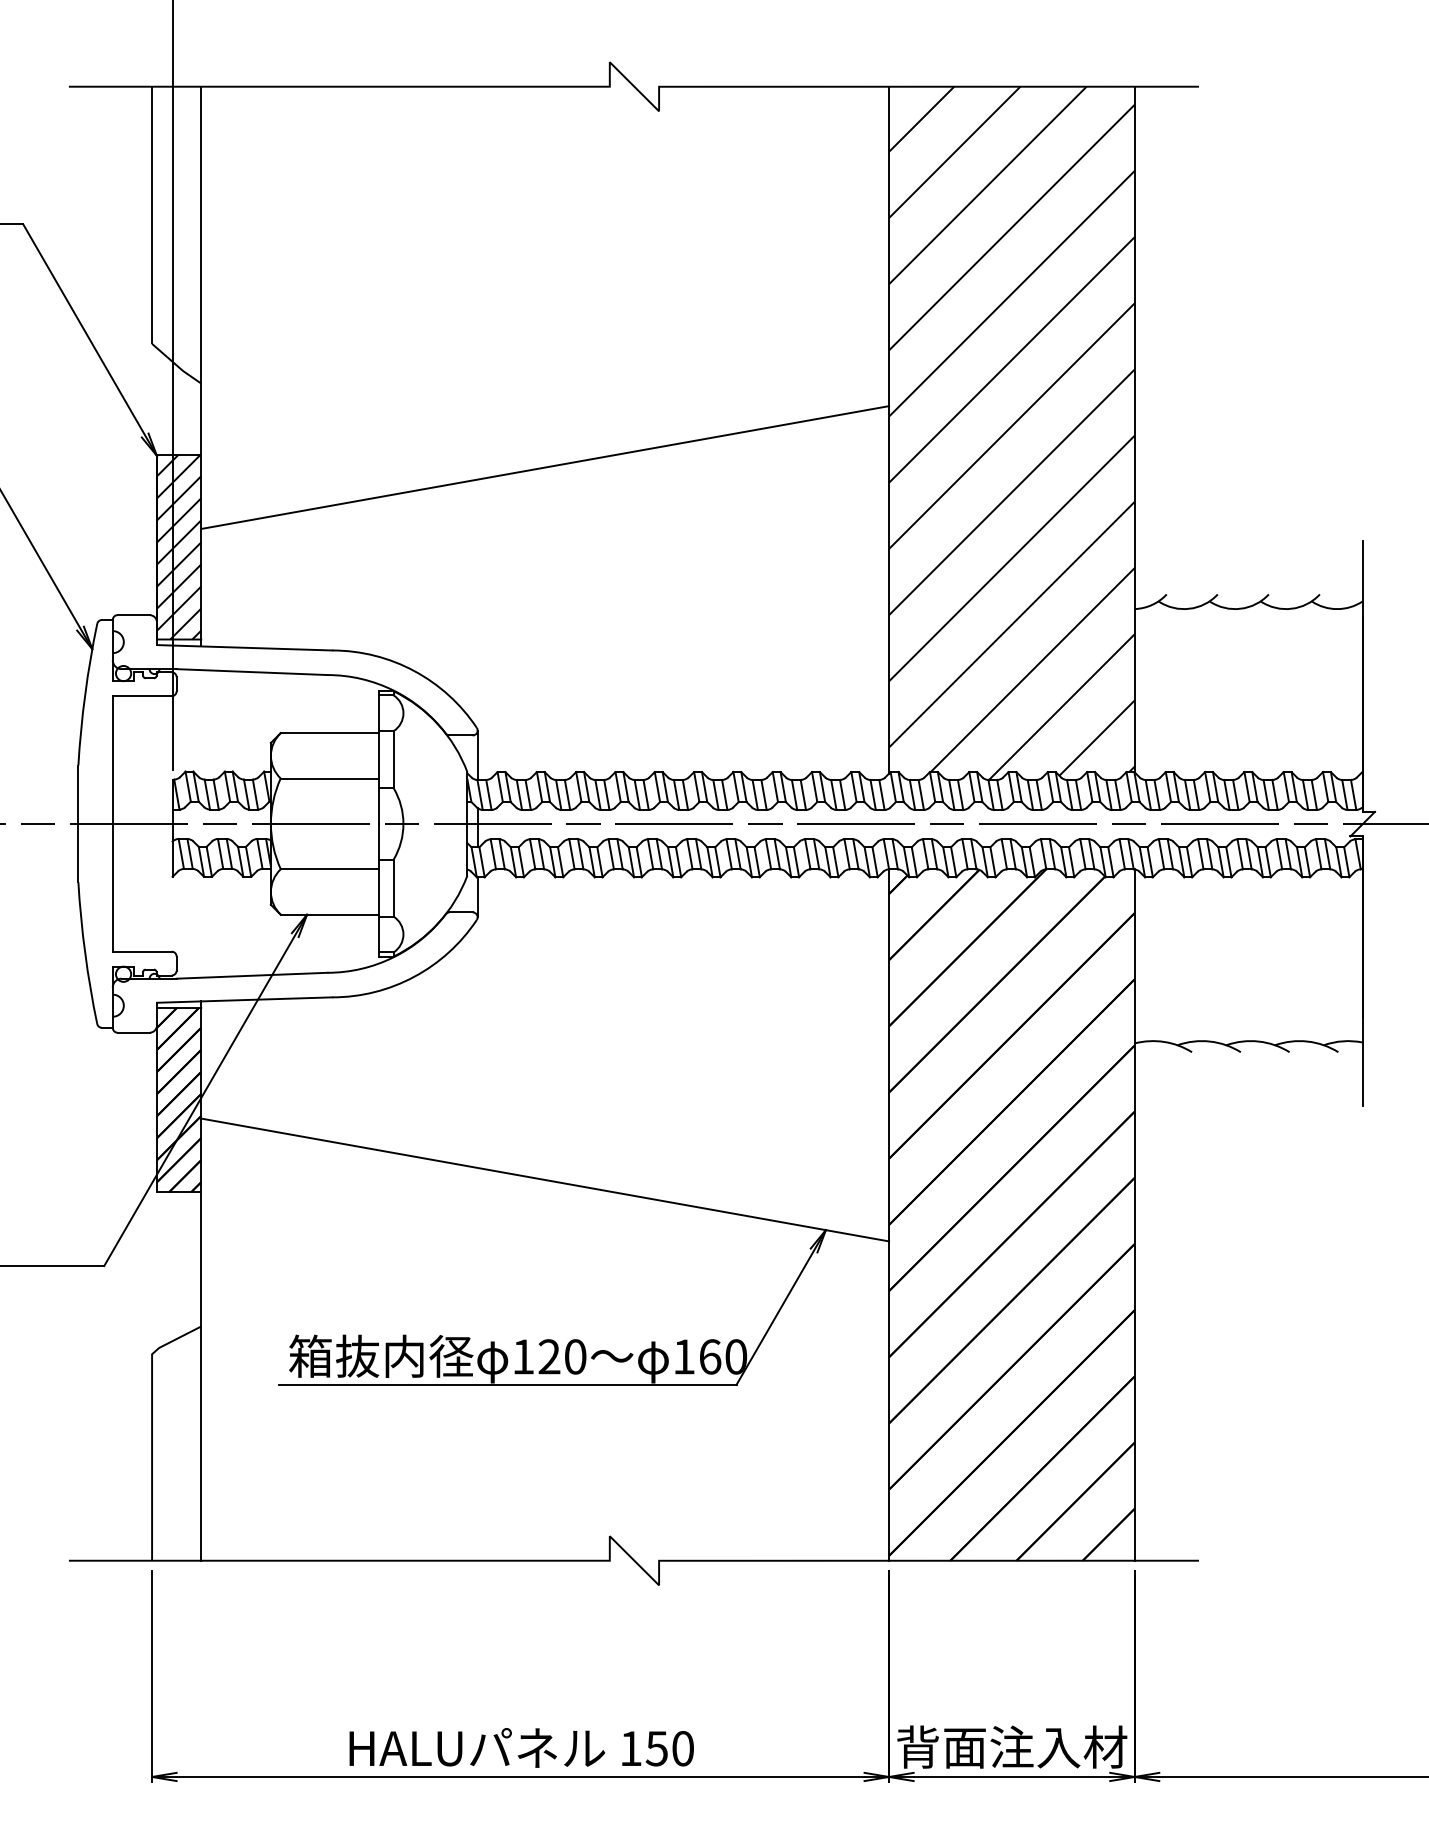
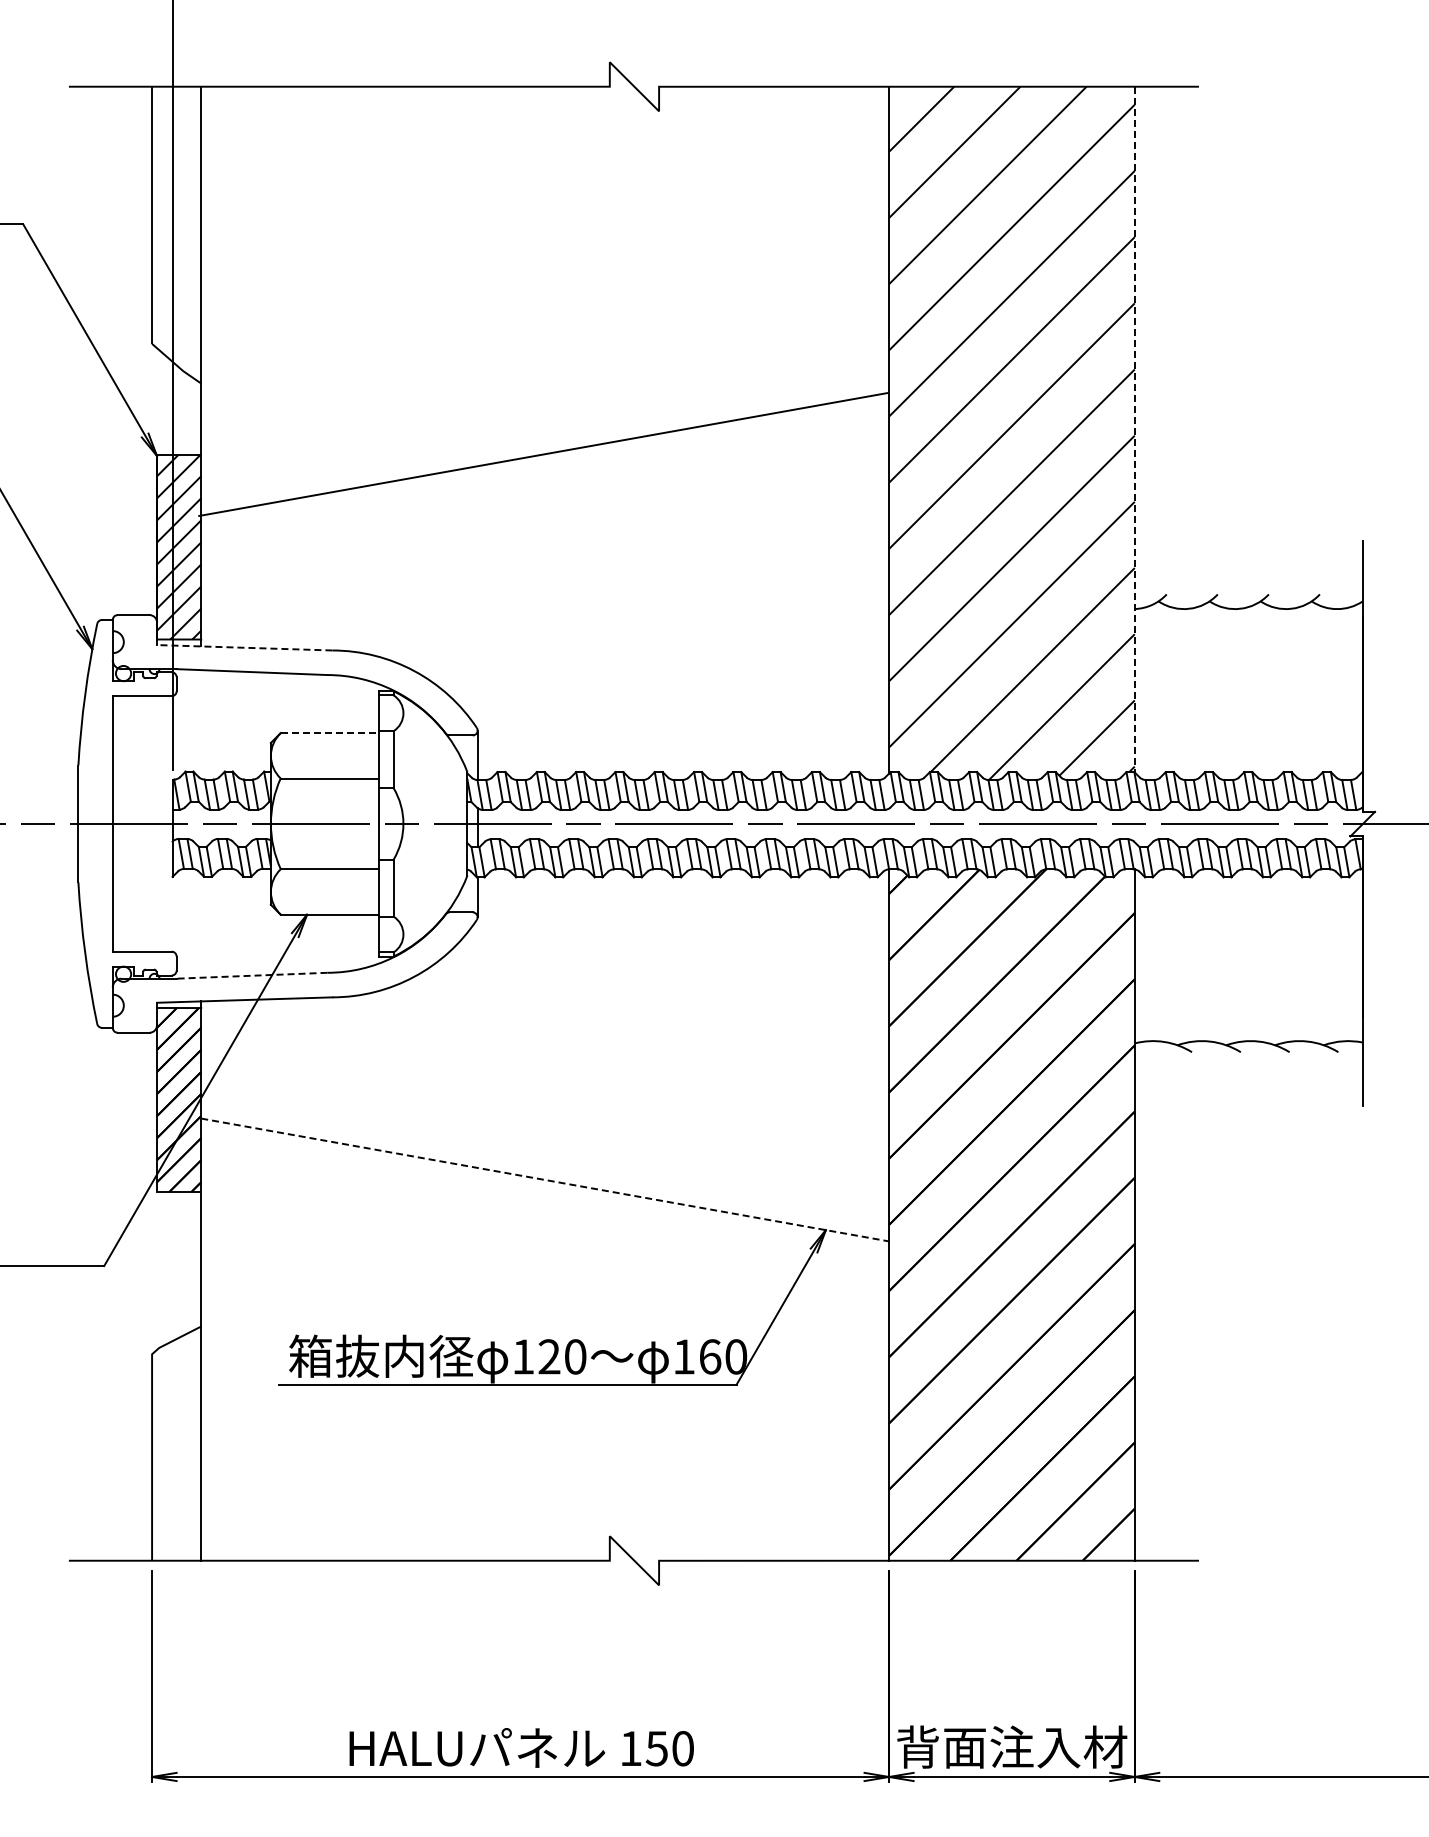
line at (1134, 429): solid -> dashed
line at (545, 467) position: (545, 467) -> (543, 454)
line at (244, 647): solid -> dashed
line at (330, 733): solid -> dashed
line at (251, 975): solid -> dashed
line at (545, 1180): solid -> dashed
